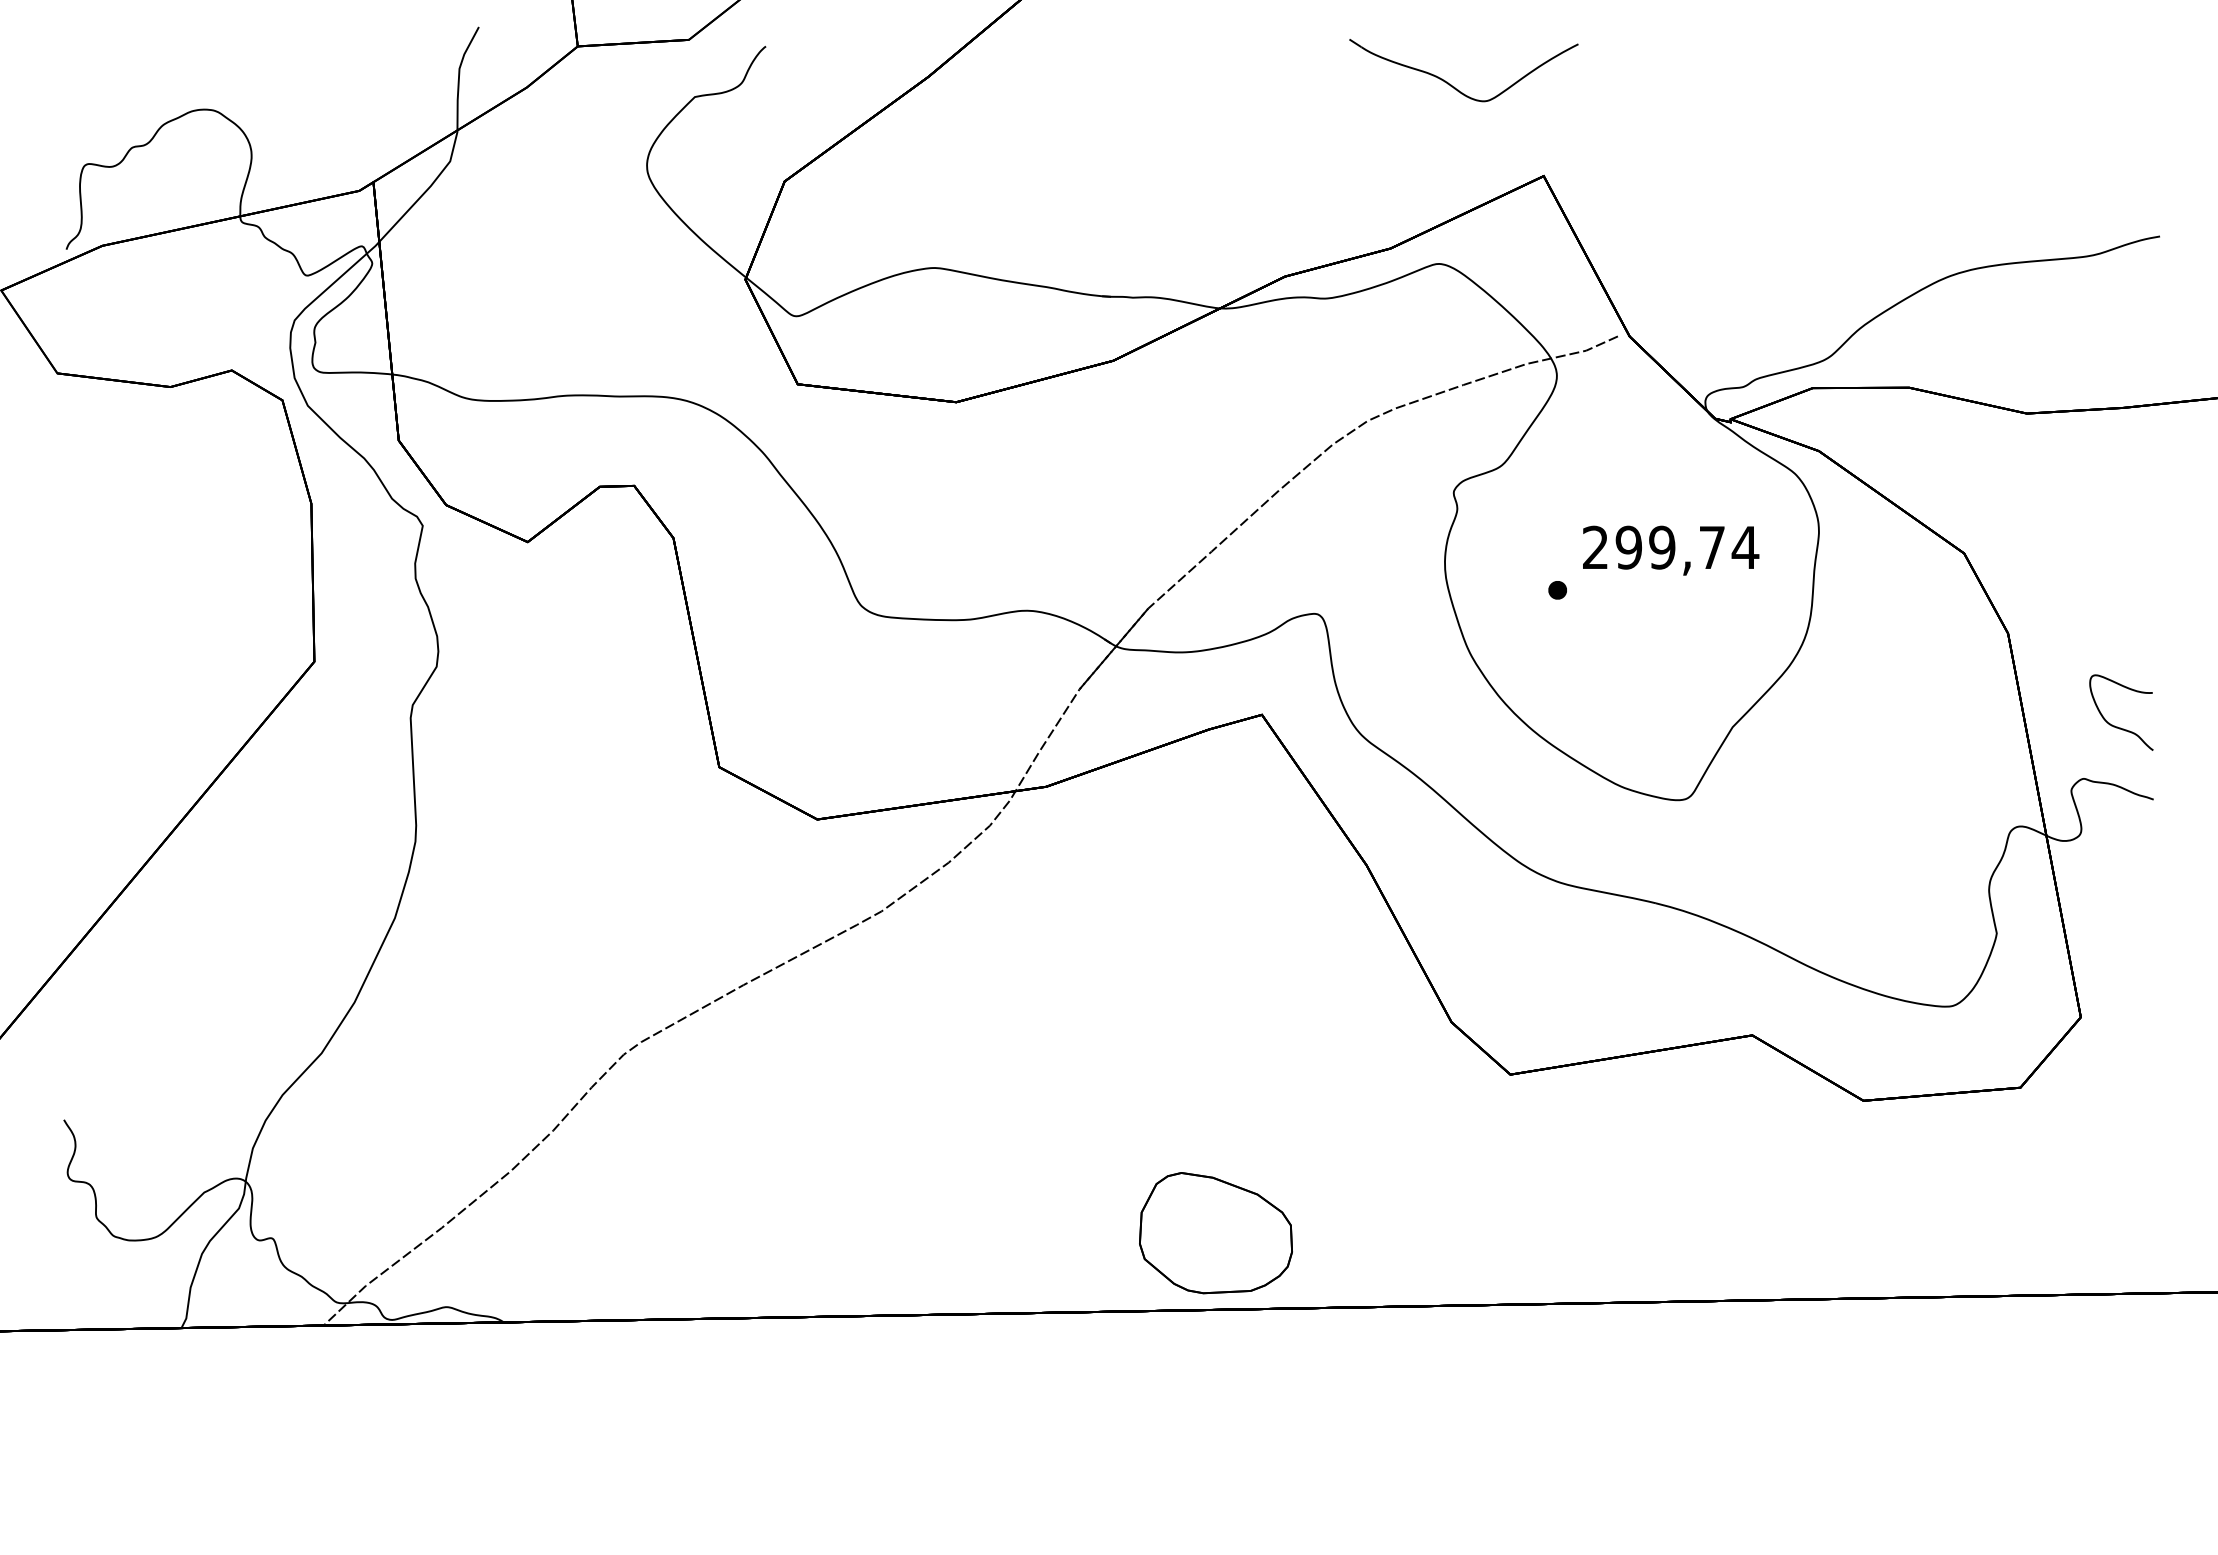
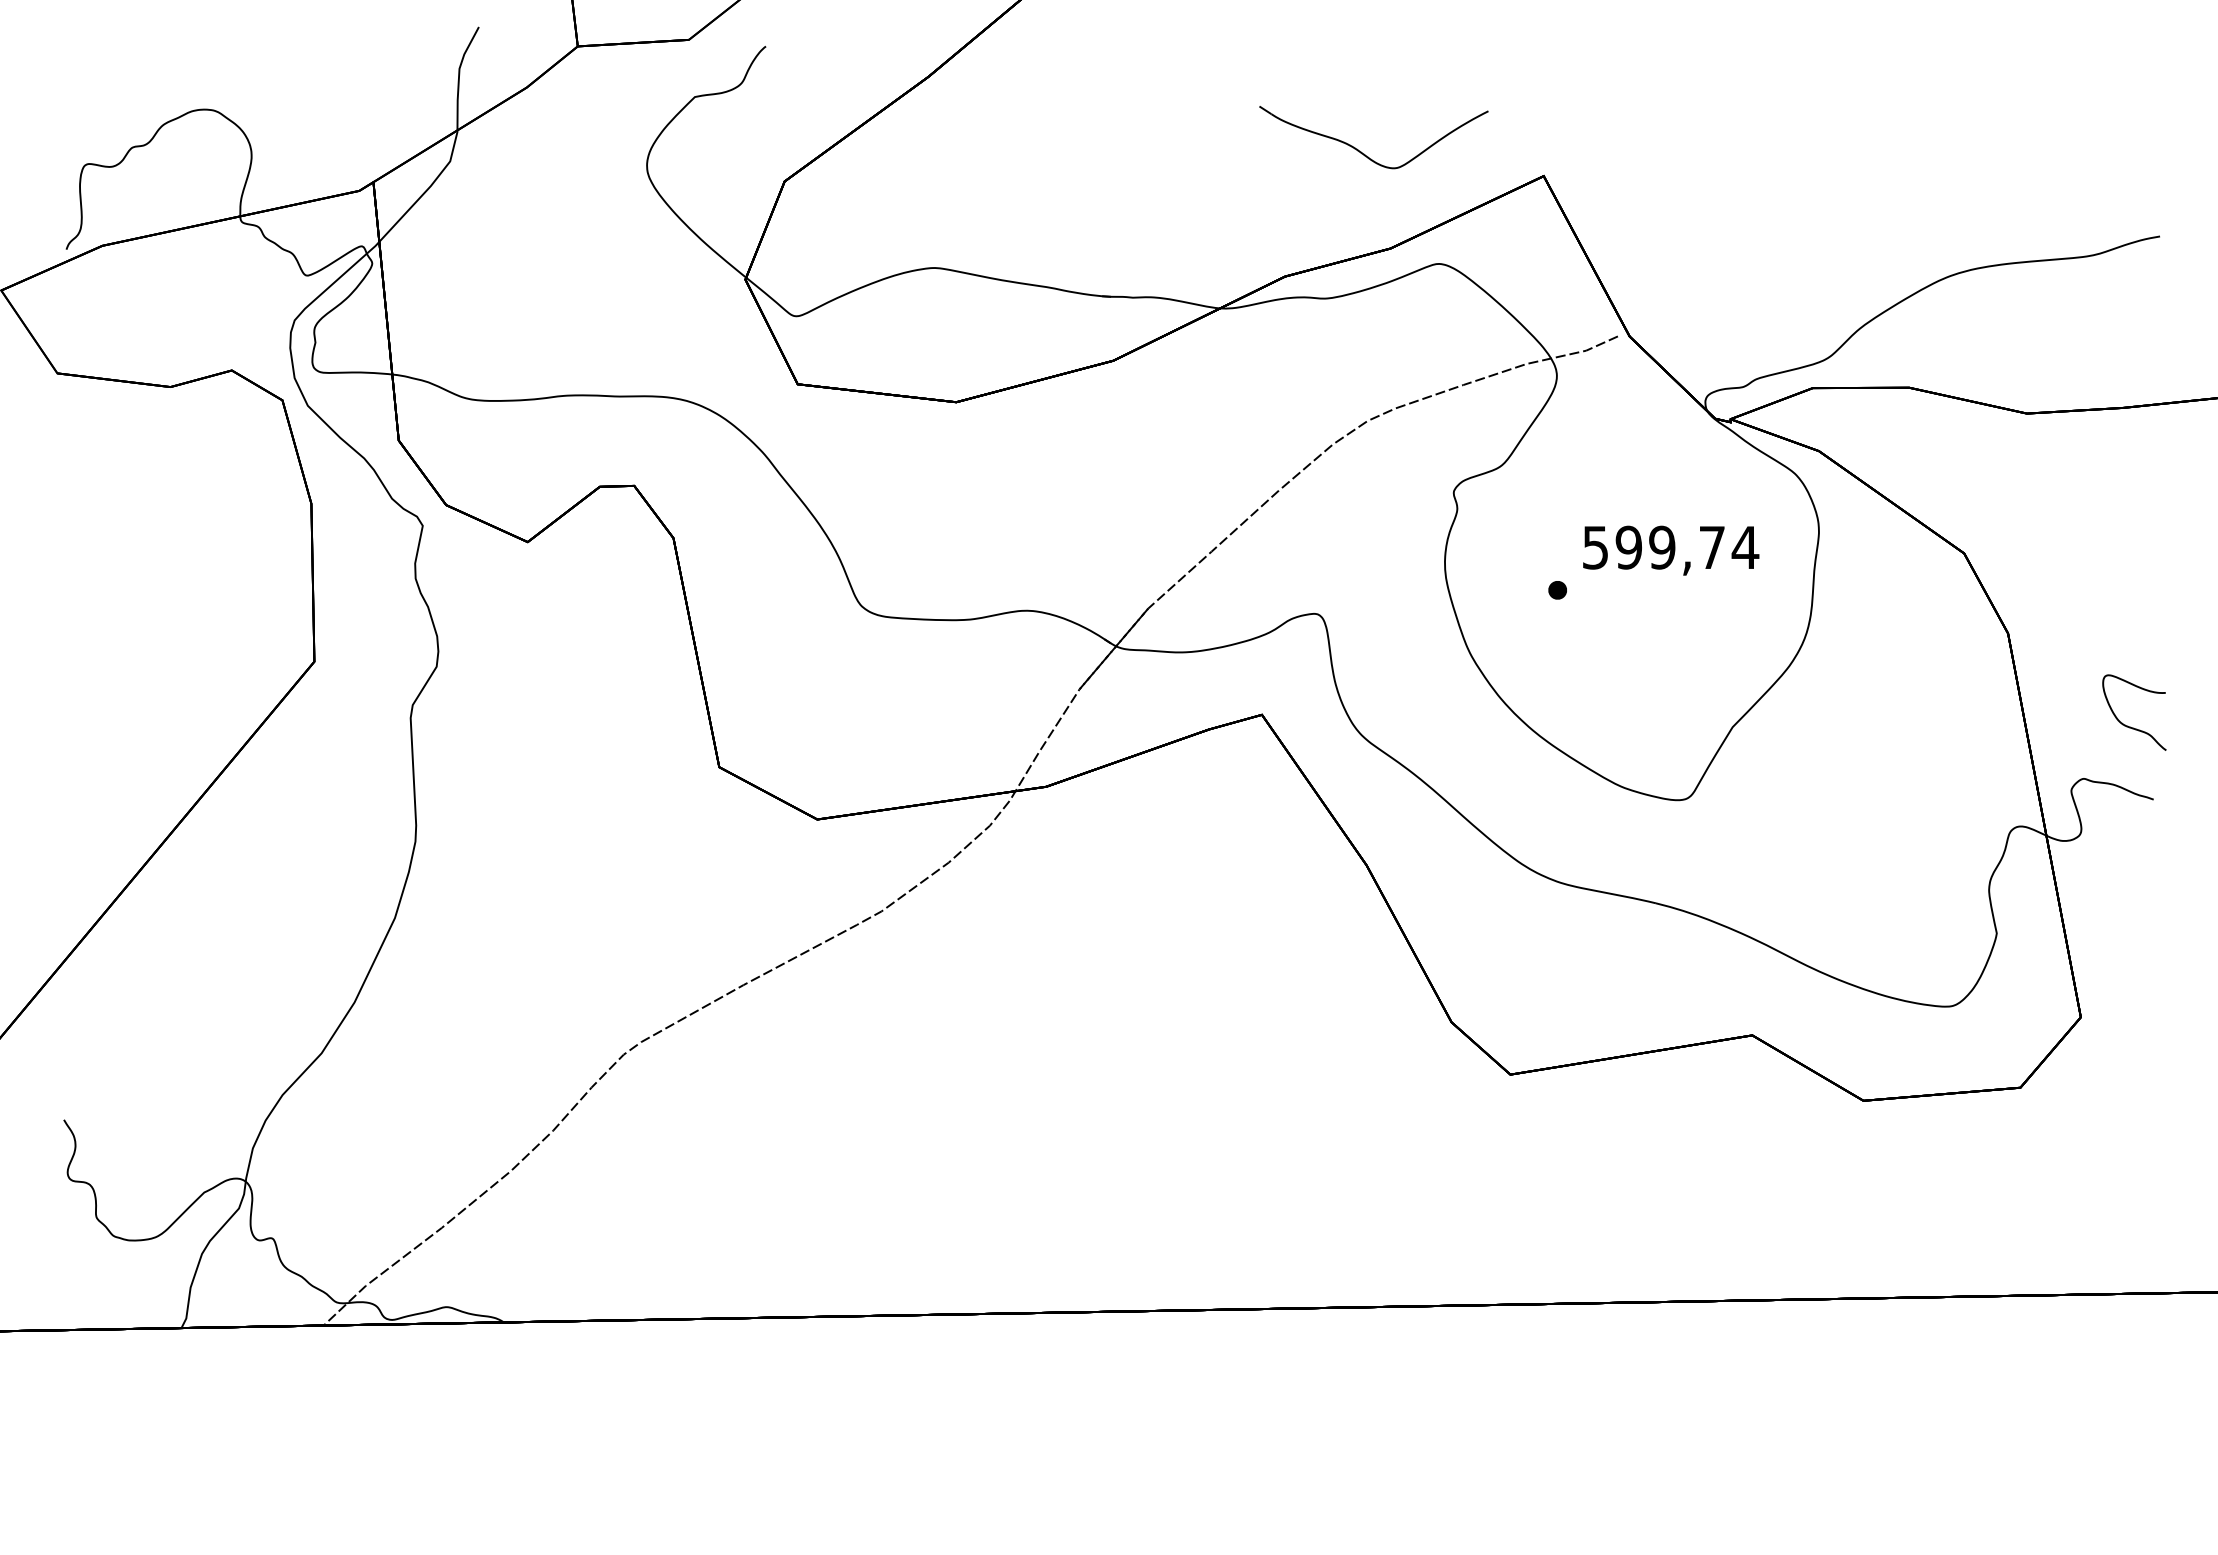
part at (1454, 86) position: (1454, 86) -> (1364, 153)
text at (1595, 547): 299,74 -> 599,74
curve at (2117, 726) position: (2117, 726) -> (2130, 726)
part at (1215, 1233): present -> none
